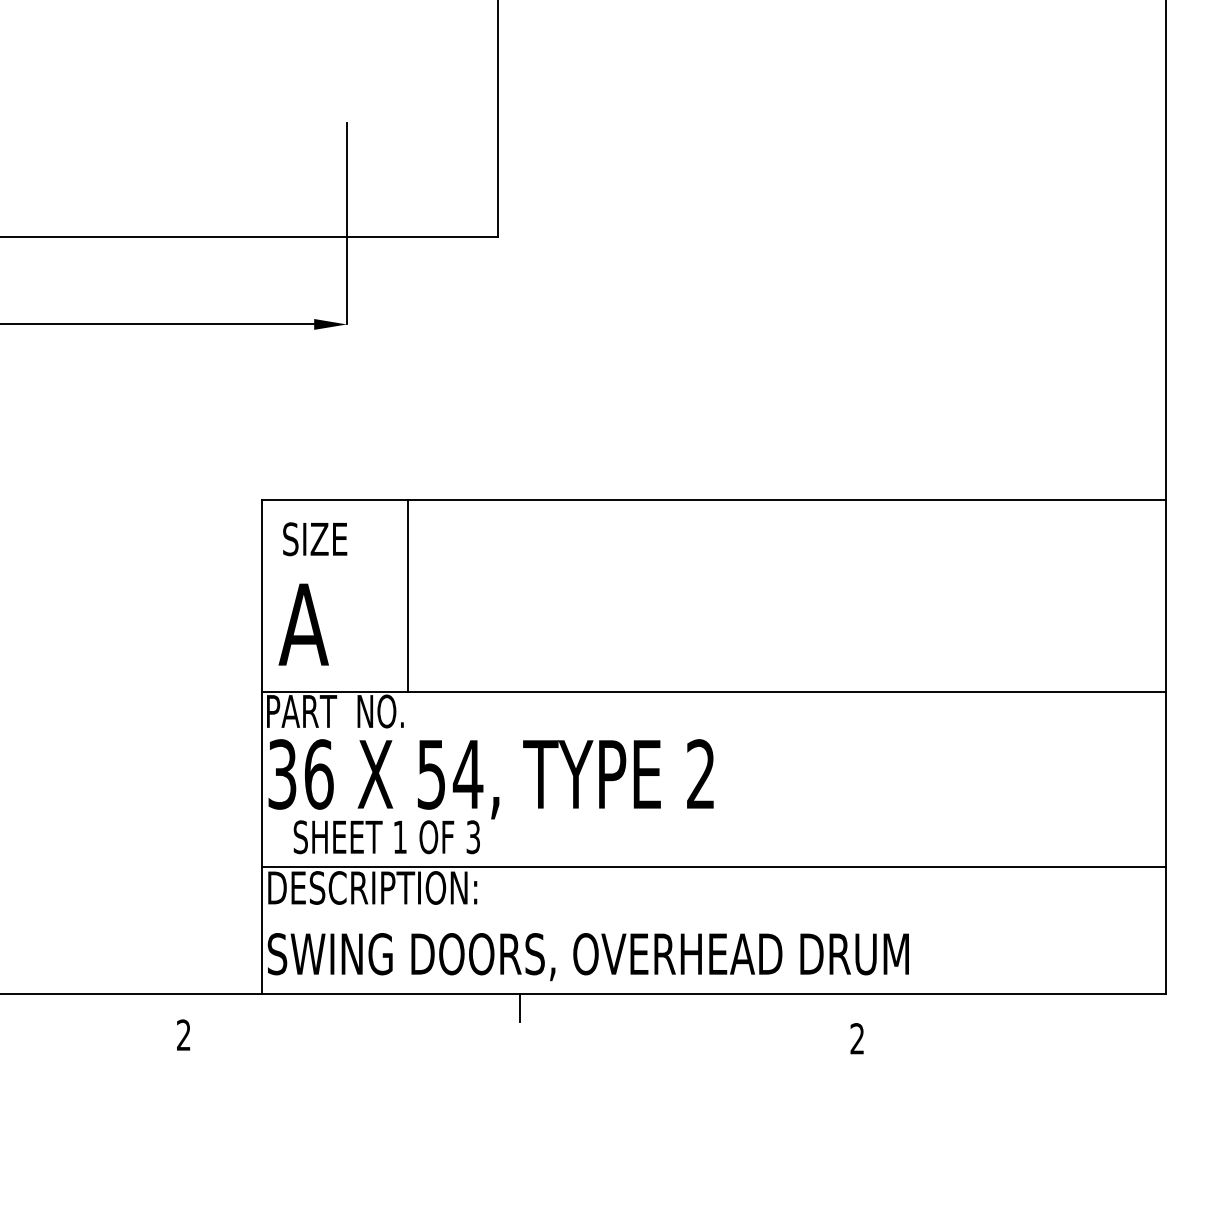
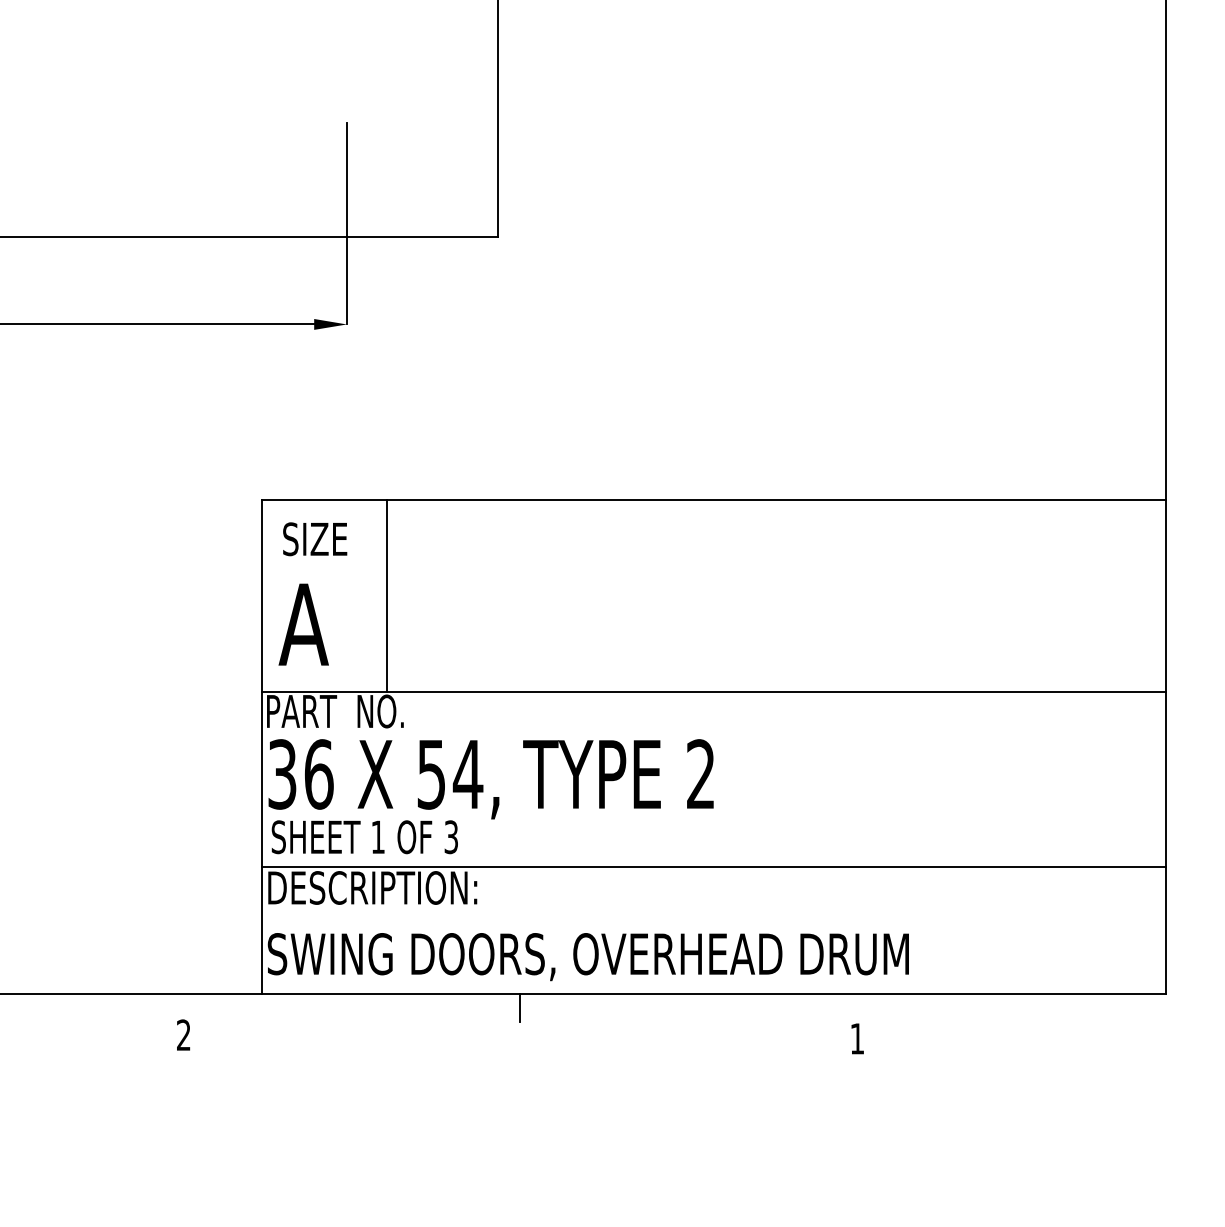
line at (407, 595) position: (407, 595) -> (386, 595)
text at (386, 837) position: (386, 837) -> (364, 837)
text at (856, 1038): 2 -> 1
